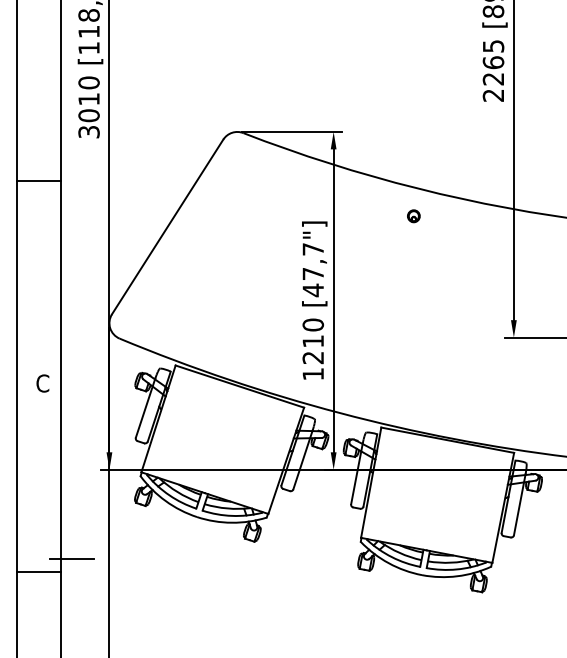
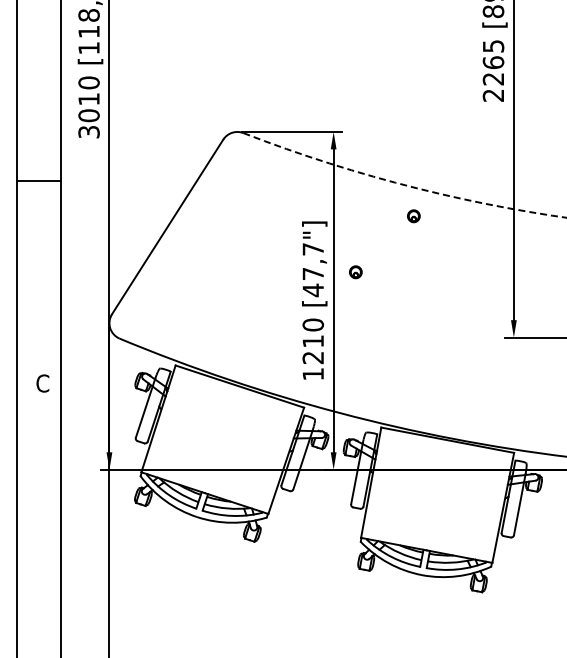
arc at (403, 184): solid -> dashed
part at (355, 272): none -> present
line at (71, 558): present -> none
line at (38, 571): present -> none
